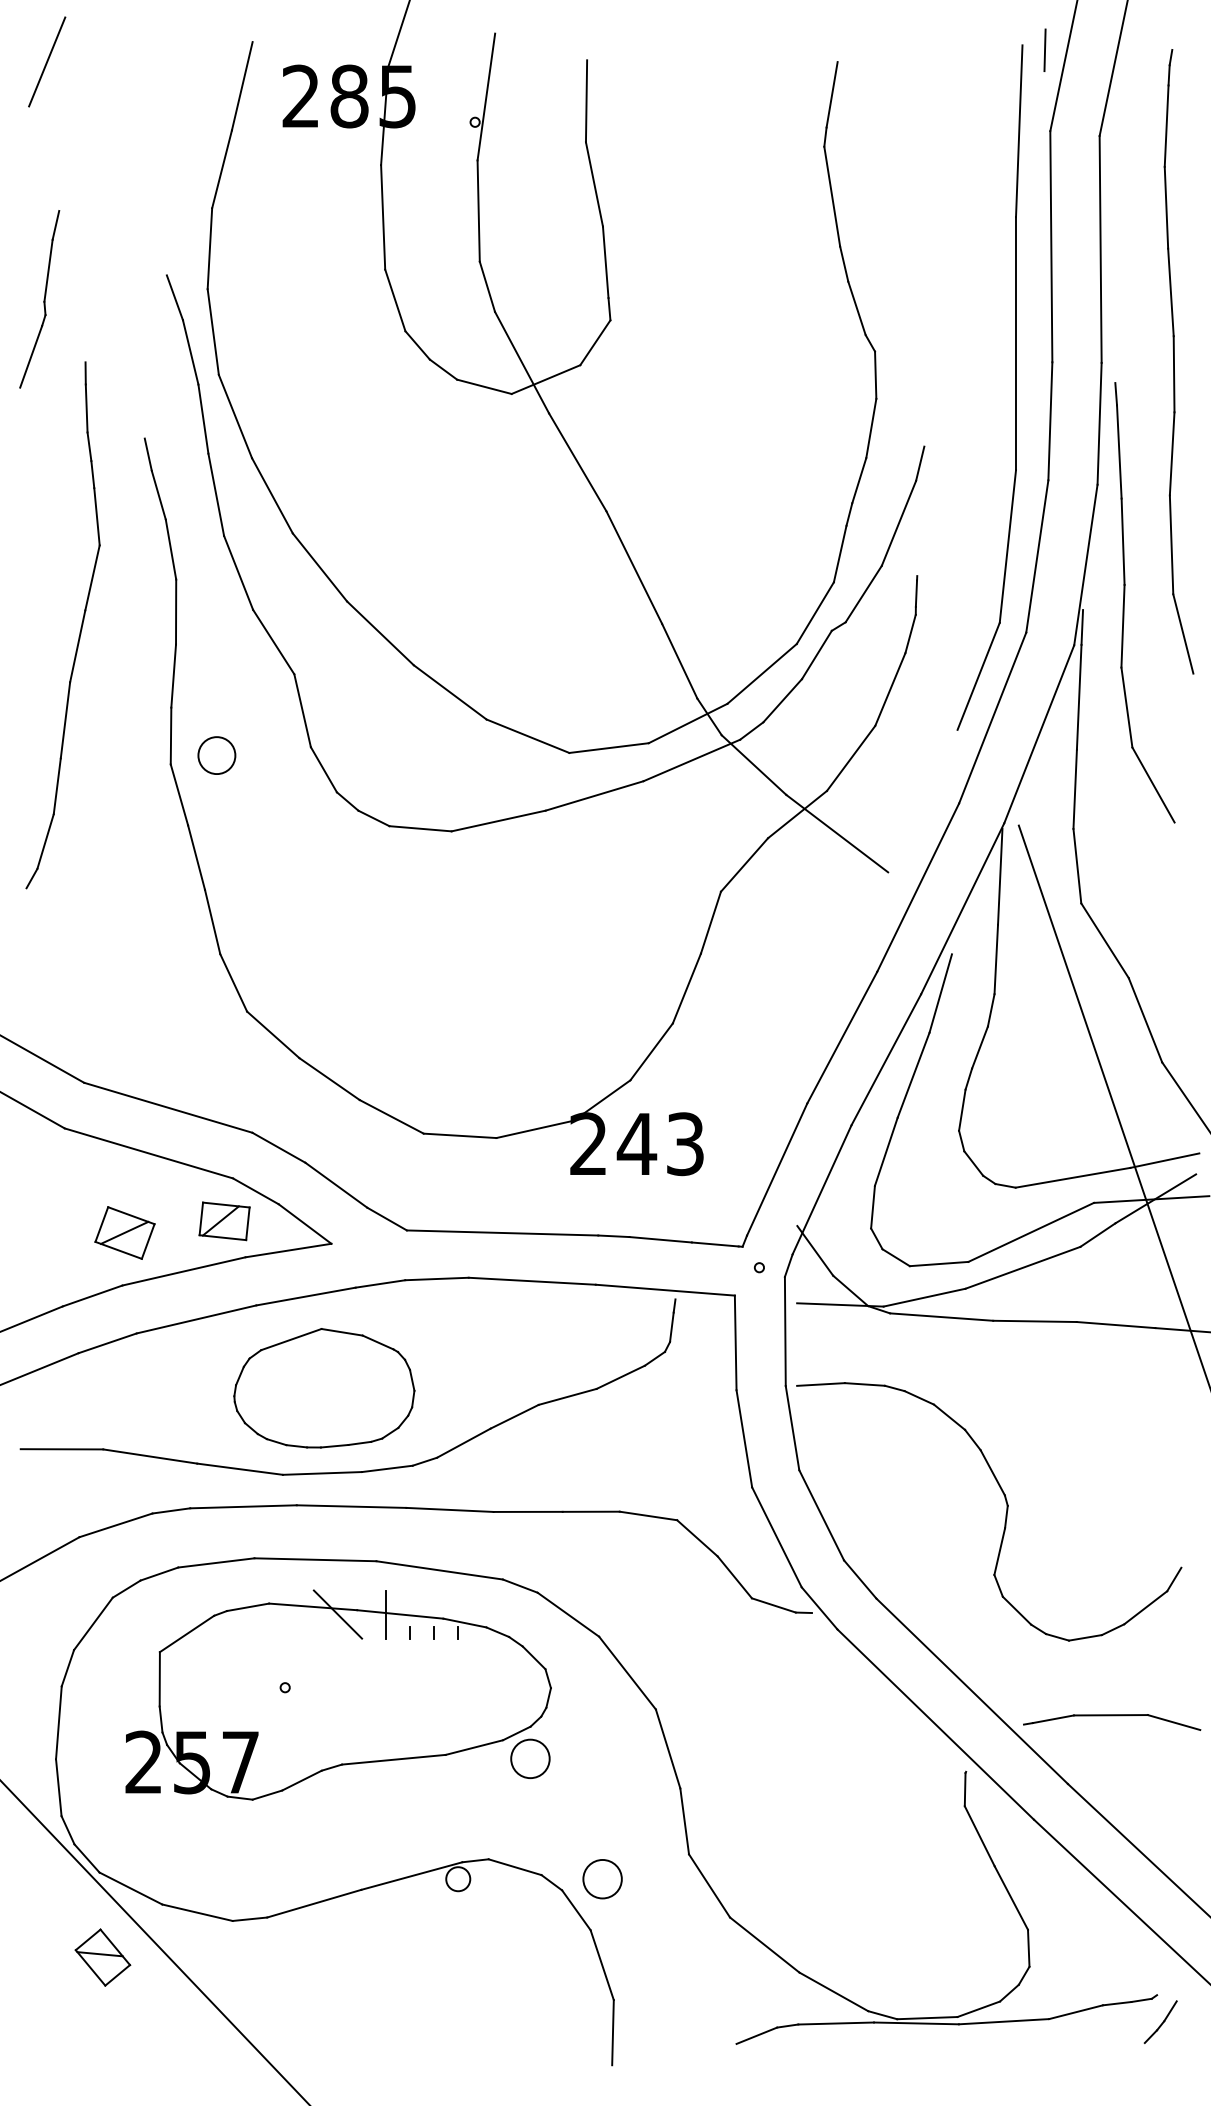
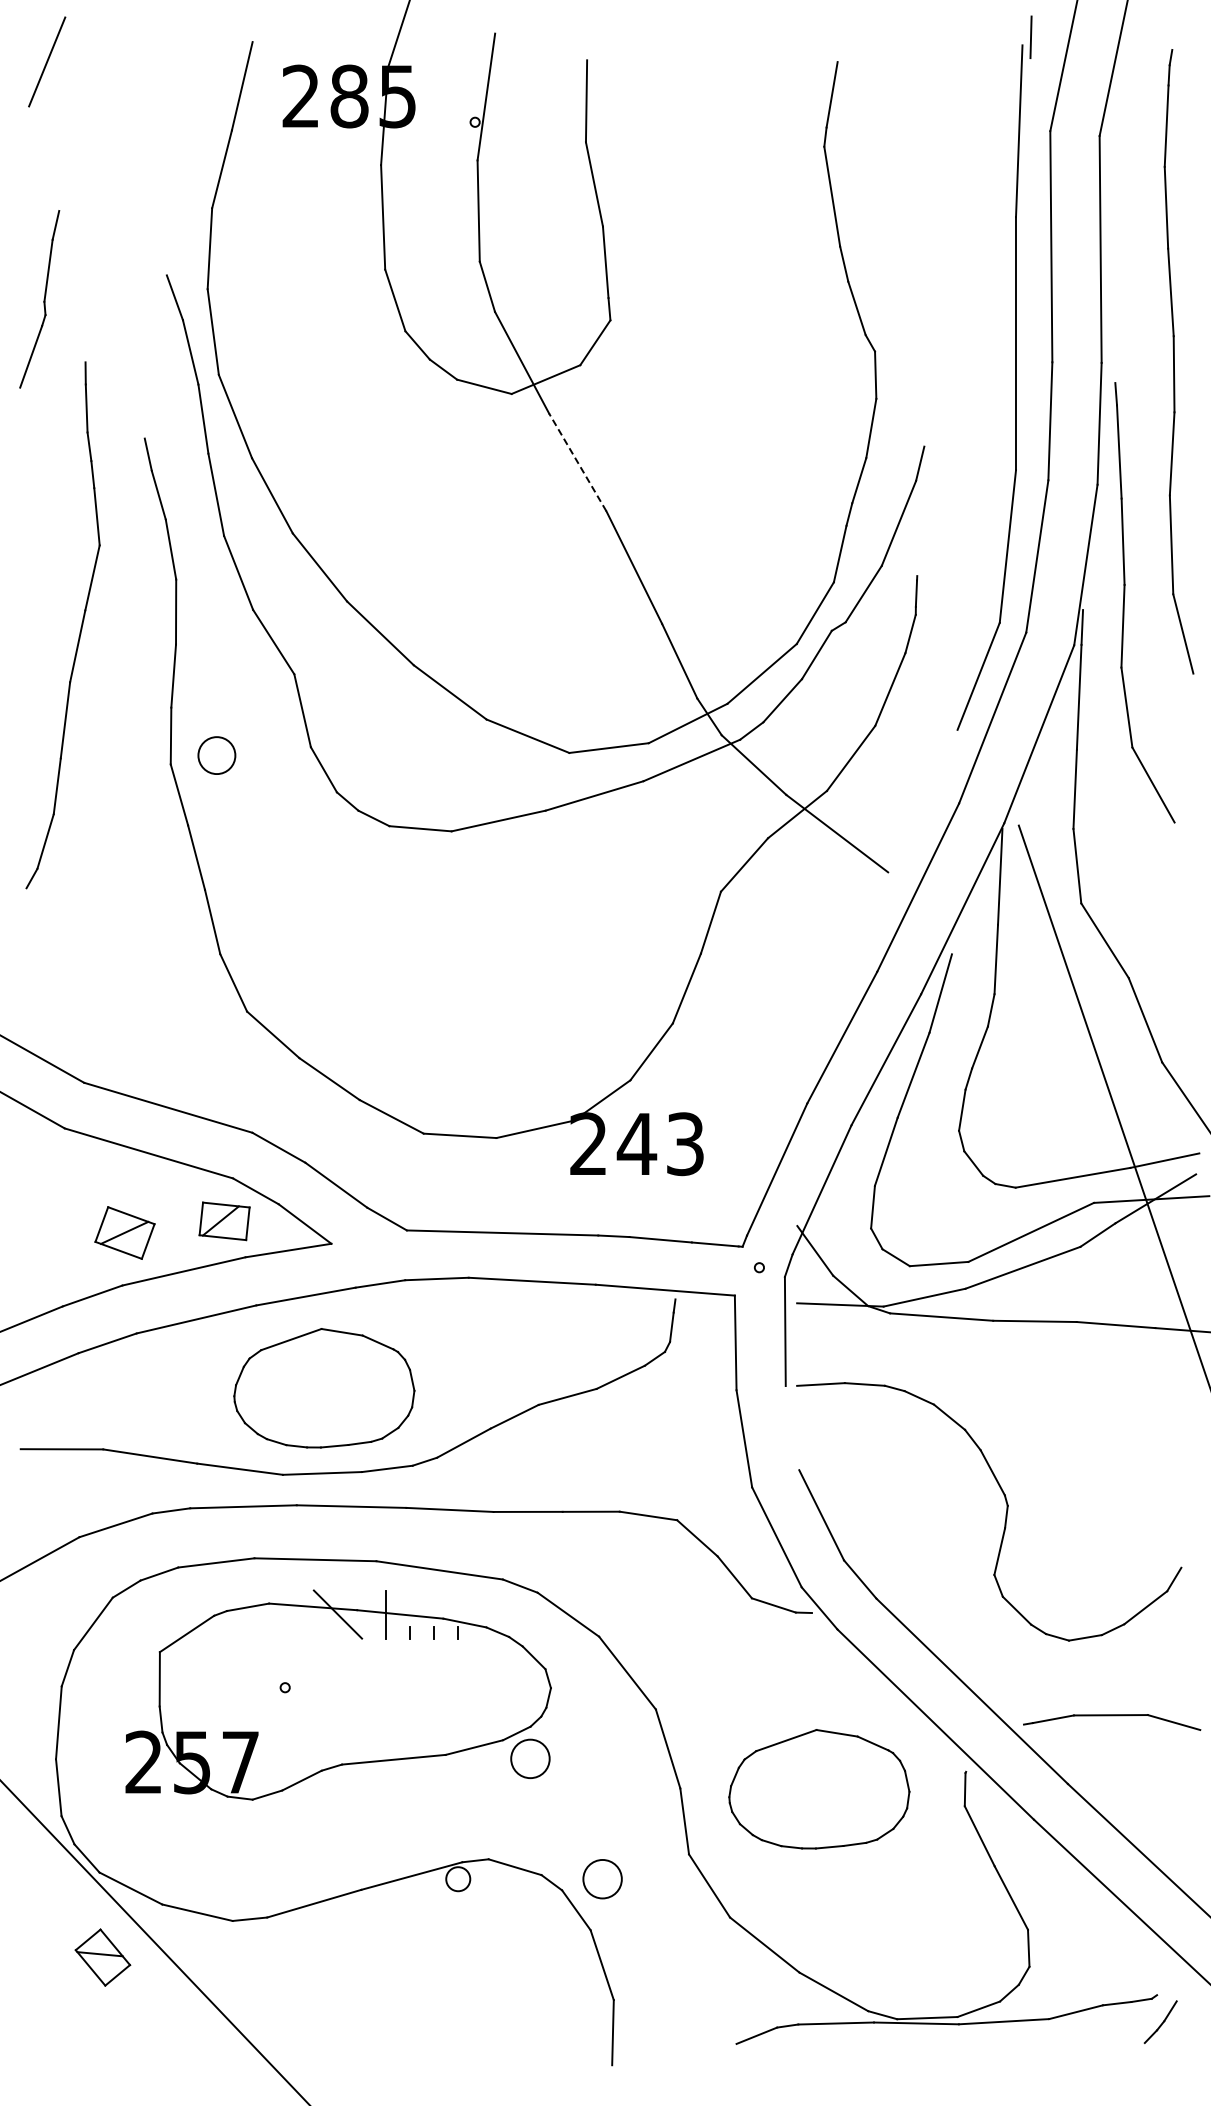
line at (1044, 49) position: (1044, 49) -> (1030, 36)
line at (577, 462): solid -> dashed
line at (792, 1428): present -> none
part at (819, 1789): none -> present
